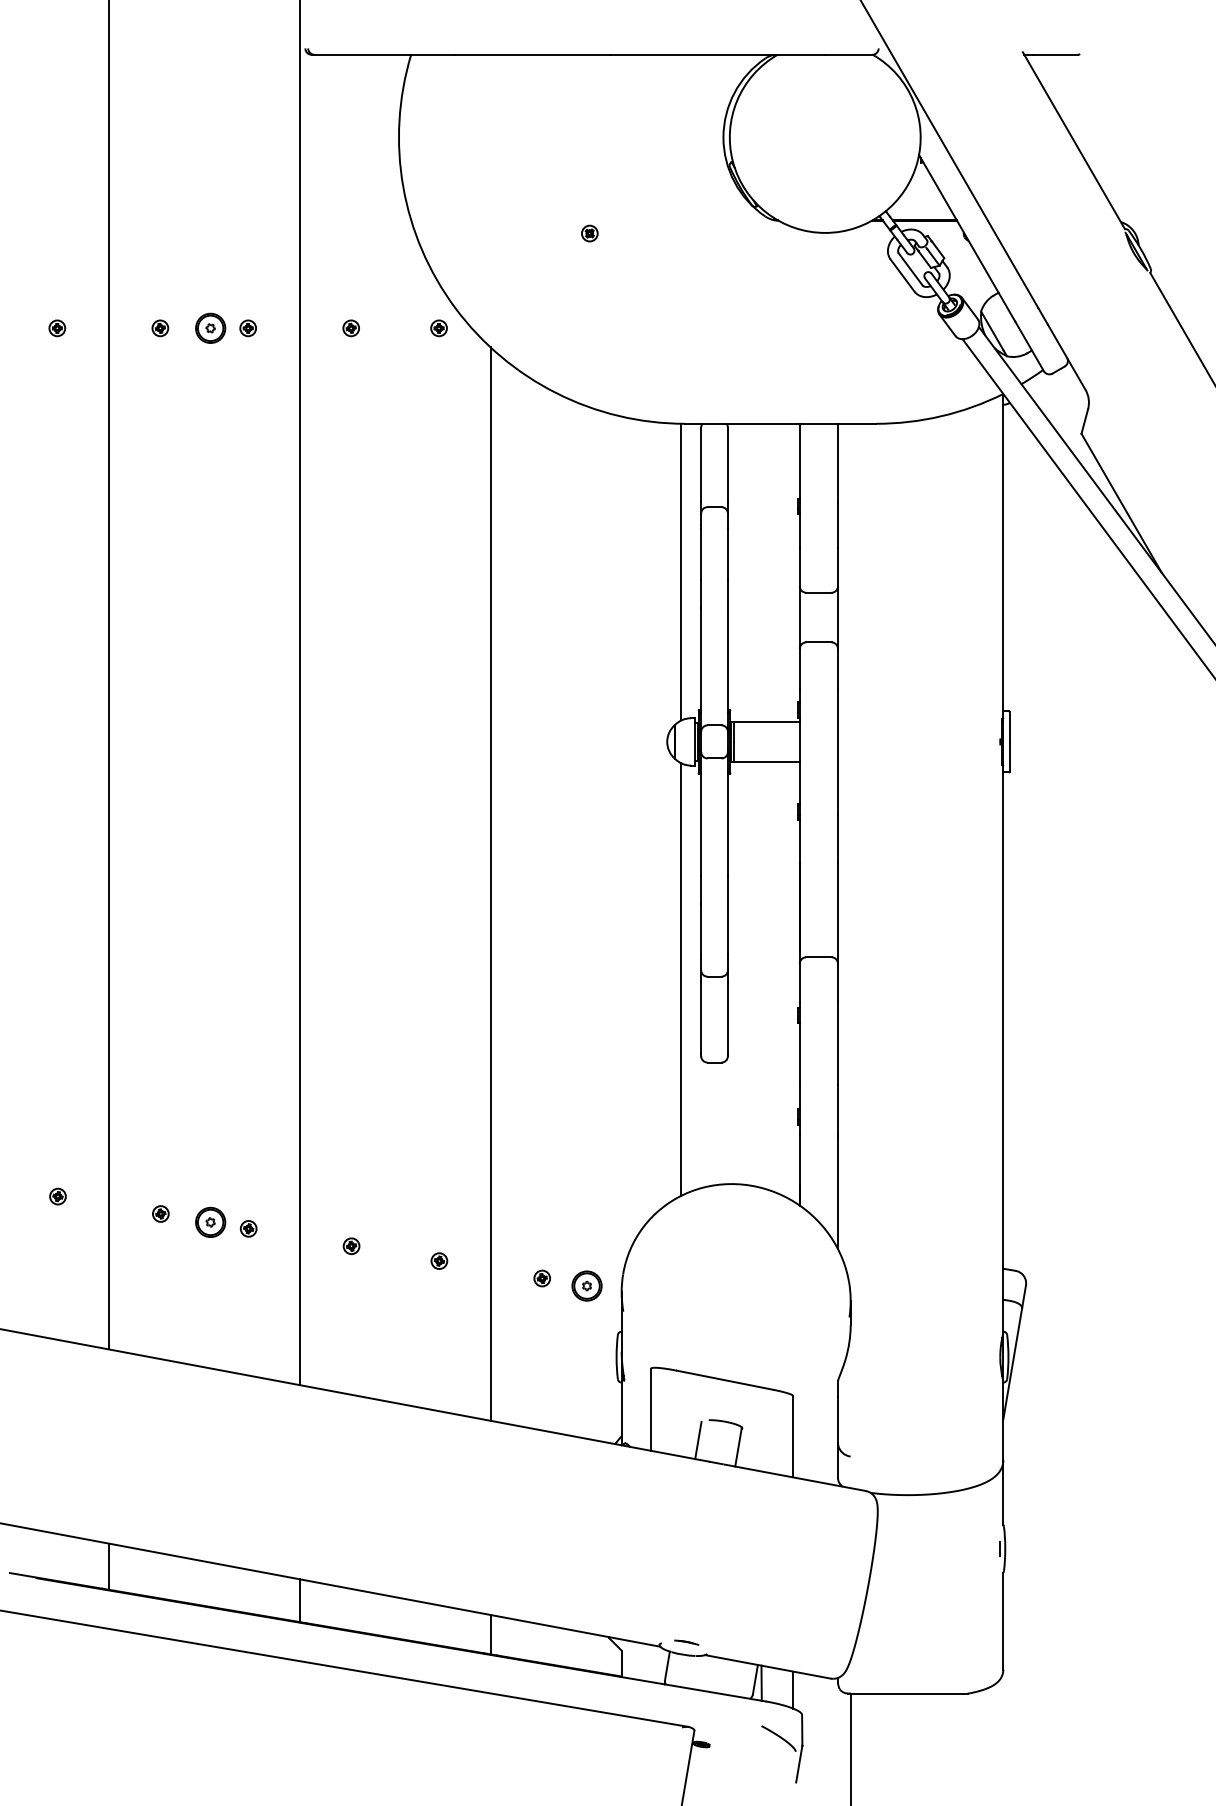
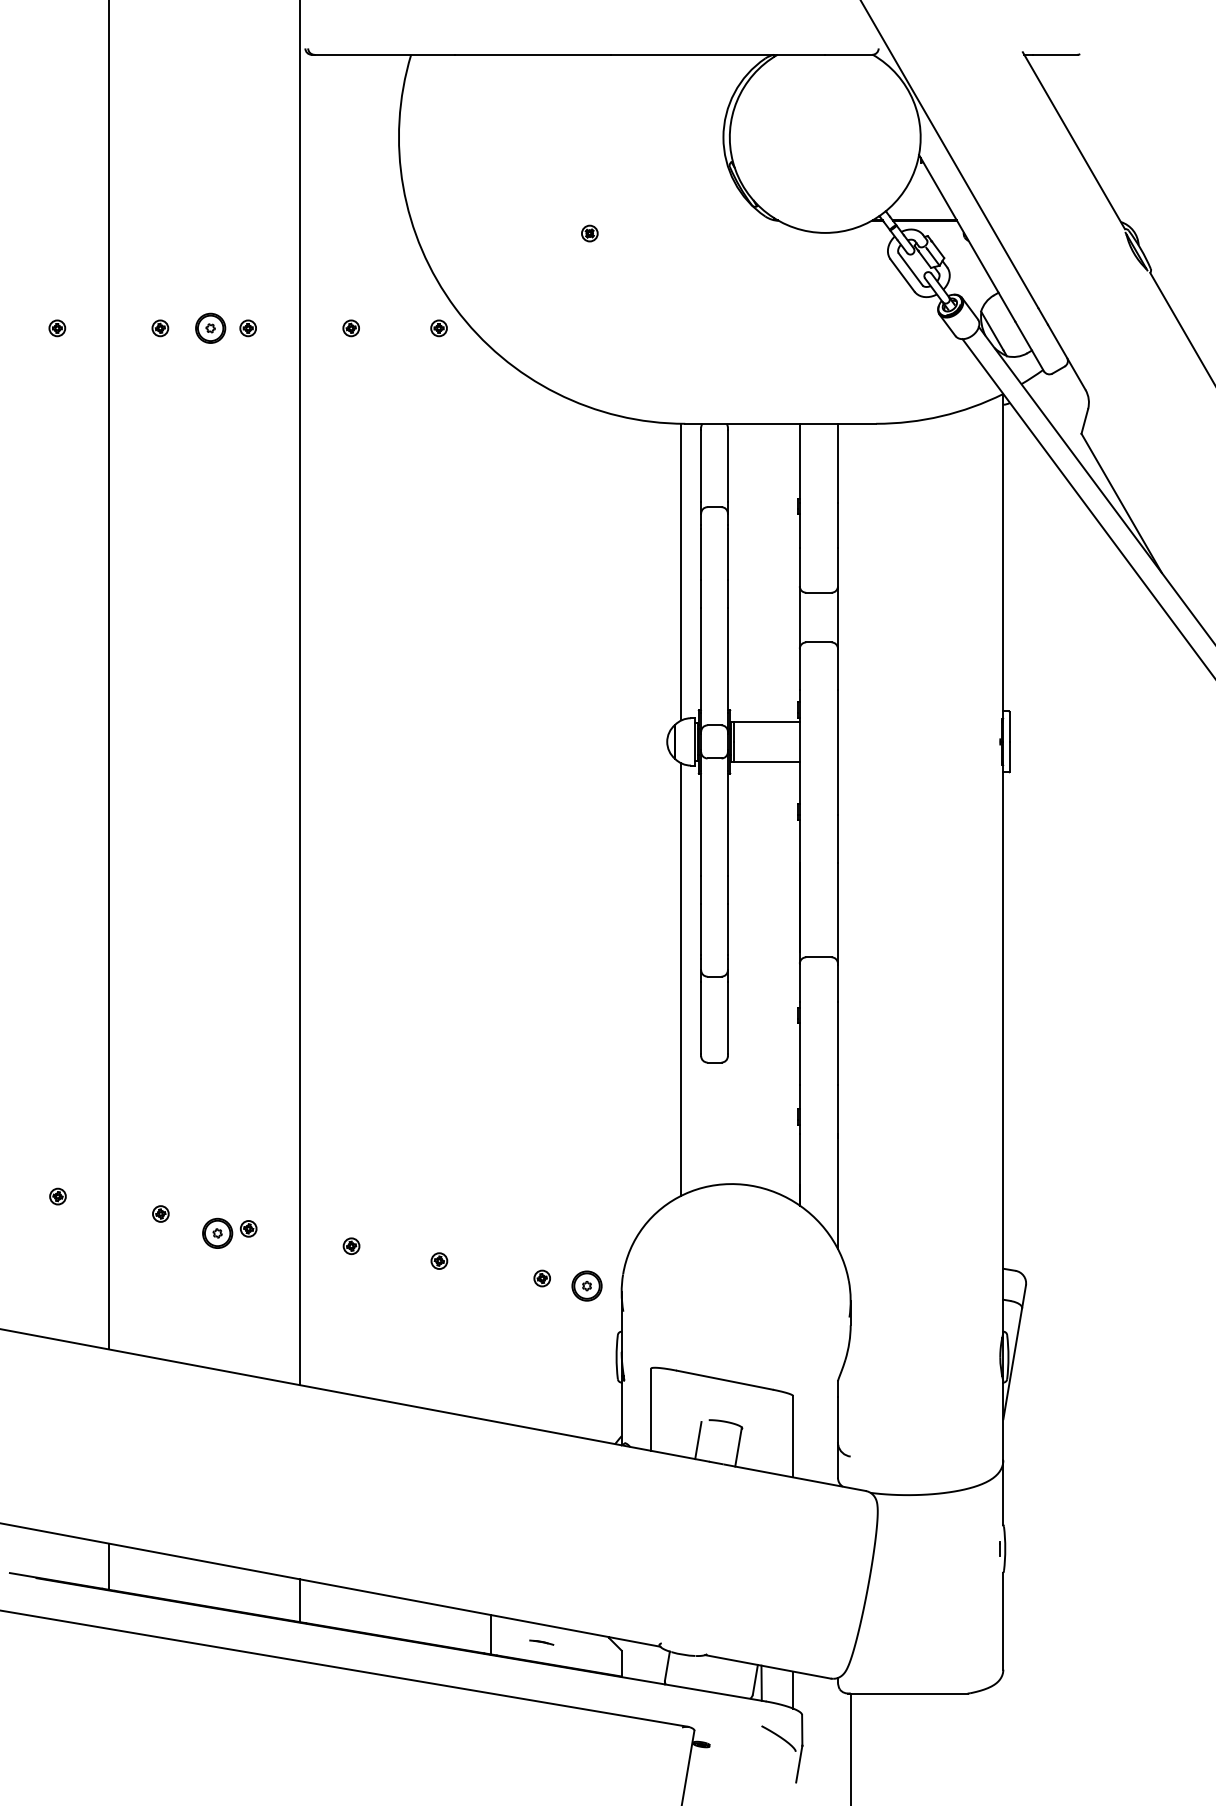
line at (490, 883): present -> none
part at (210, 1221) position: (210, 1221) -> (217, 1232)
line at (686, 1642) position: (686, 1642) -> (541, 1642)
